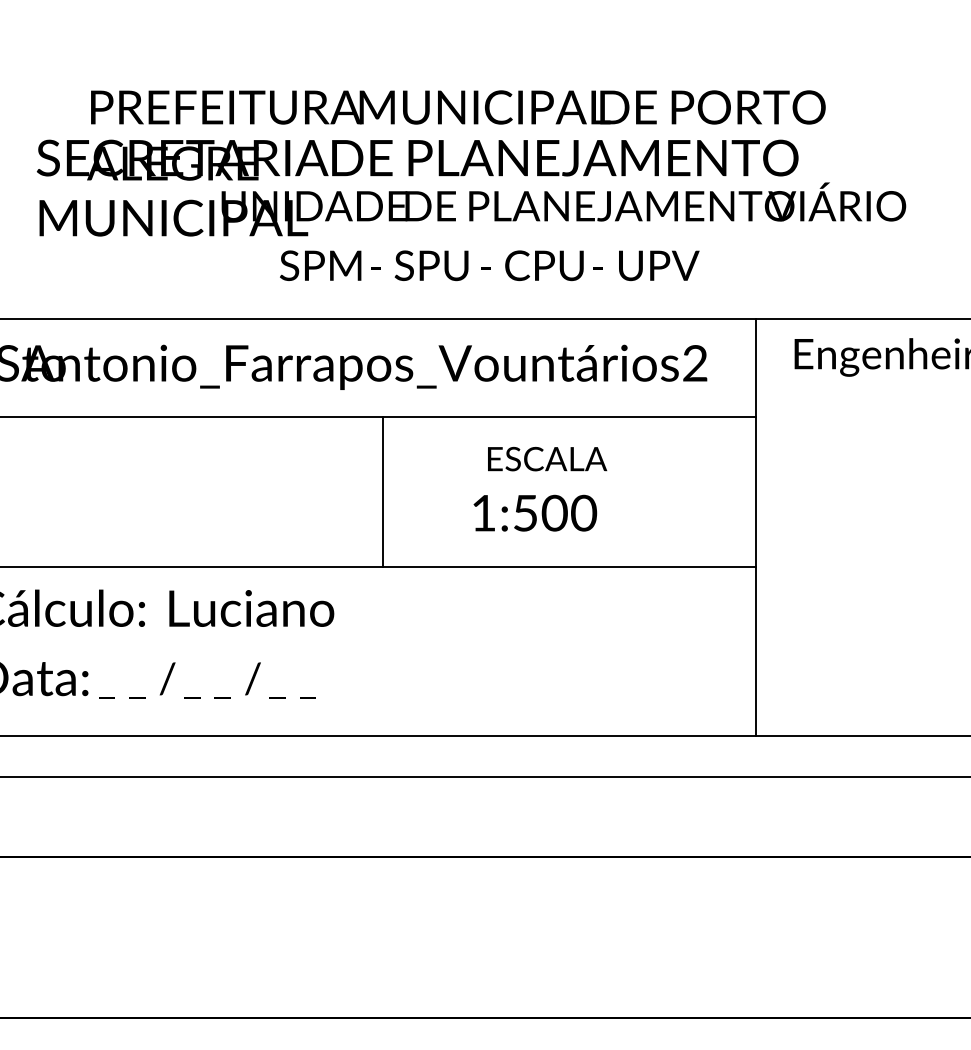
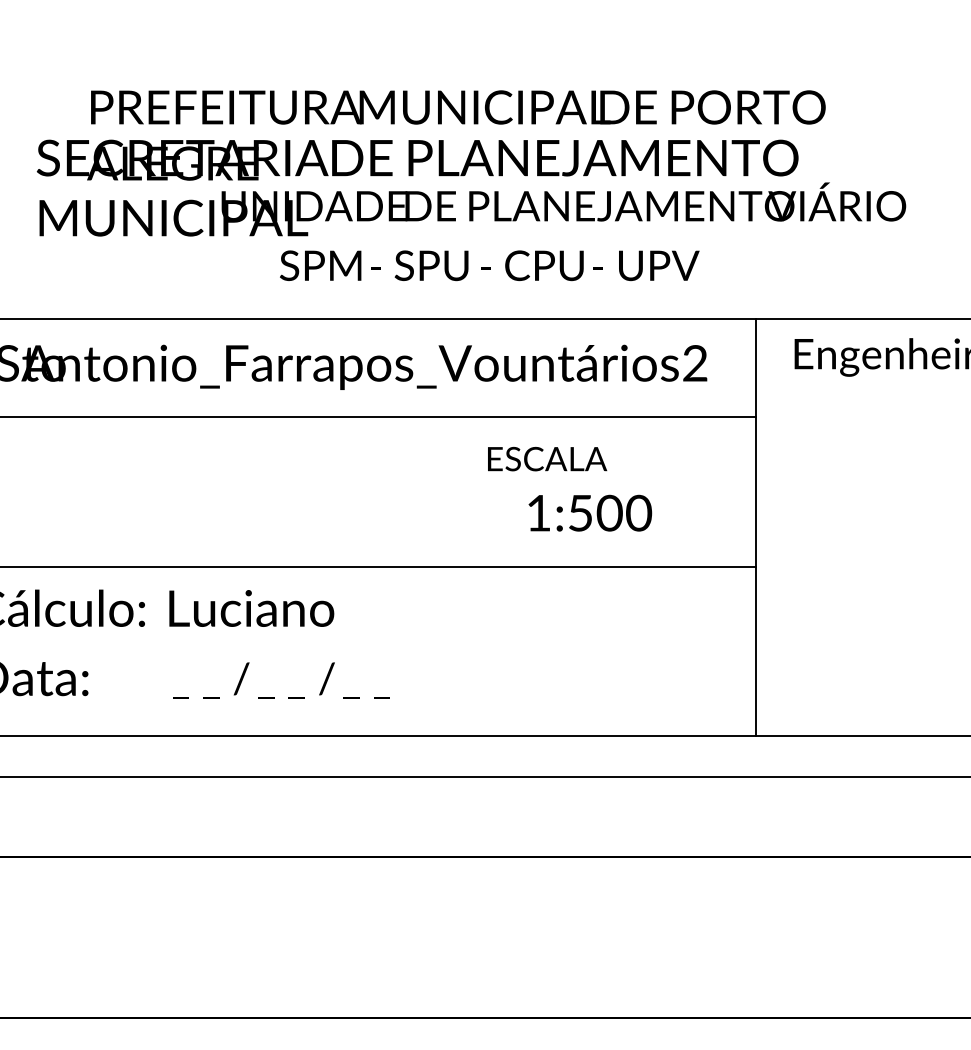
line at (382, 491): present -> none
text at (535, 512) position: (535, 512) -> (590, 512)
text at (207, 680) position: (207, 680) -> (281, 680)
